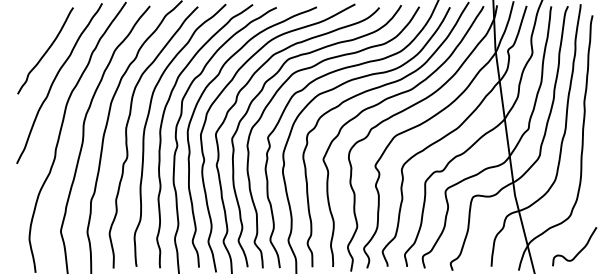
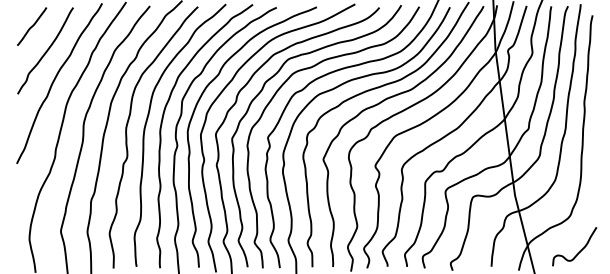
line at (32, 26): none -> present
